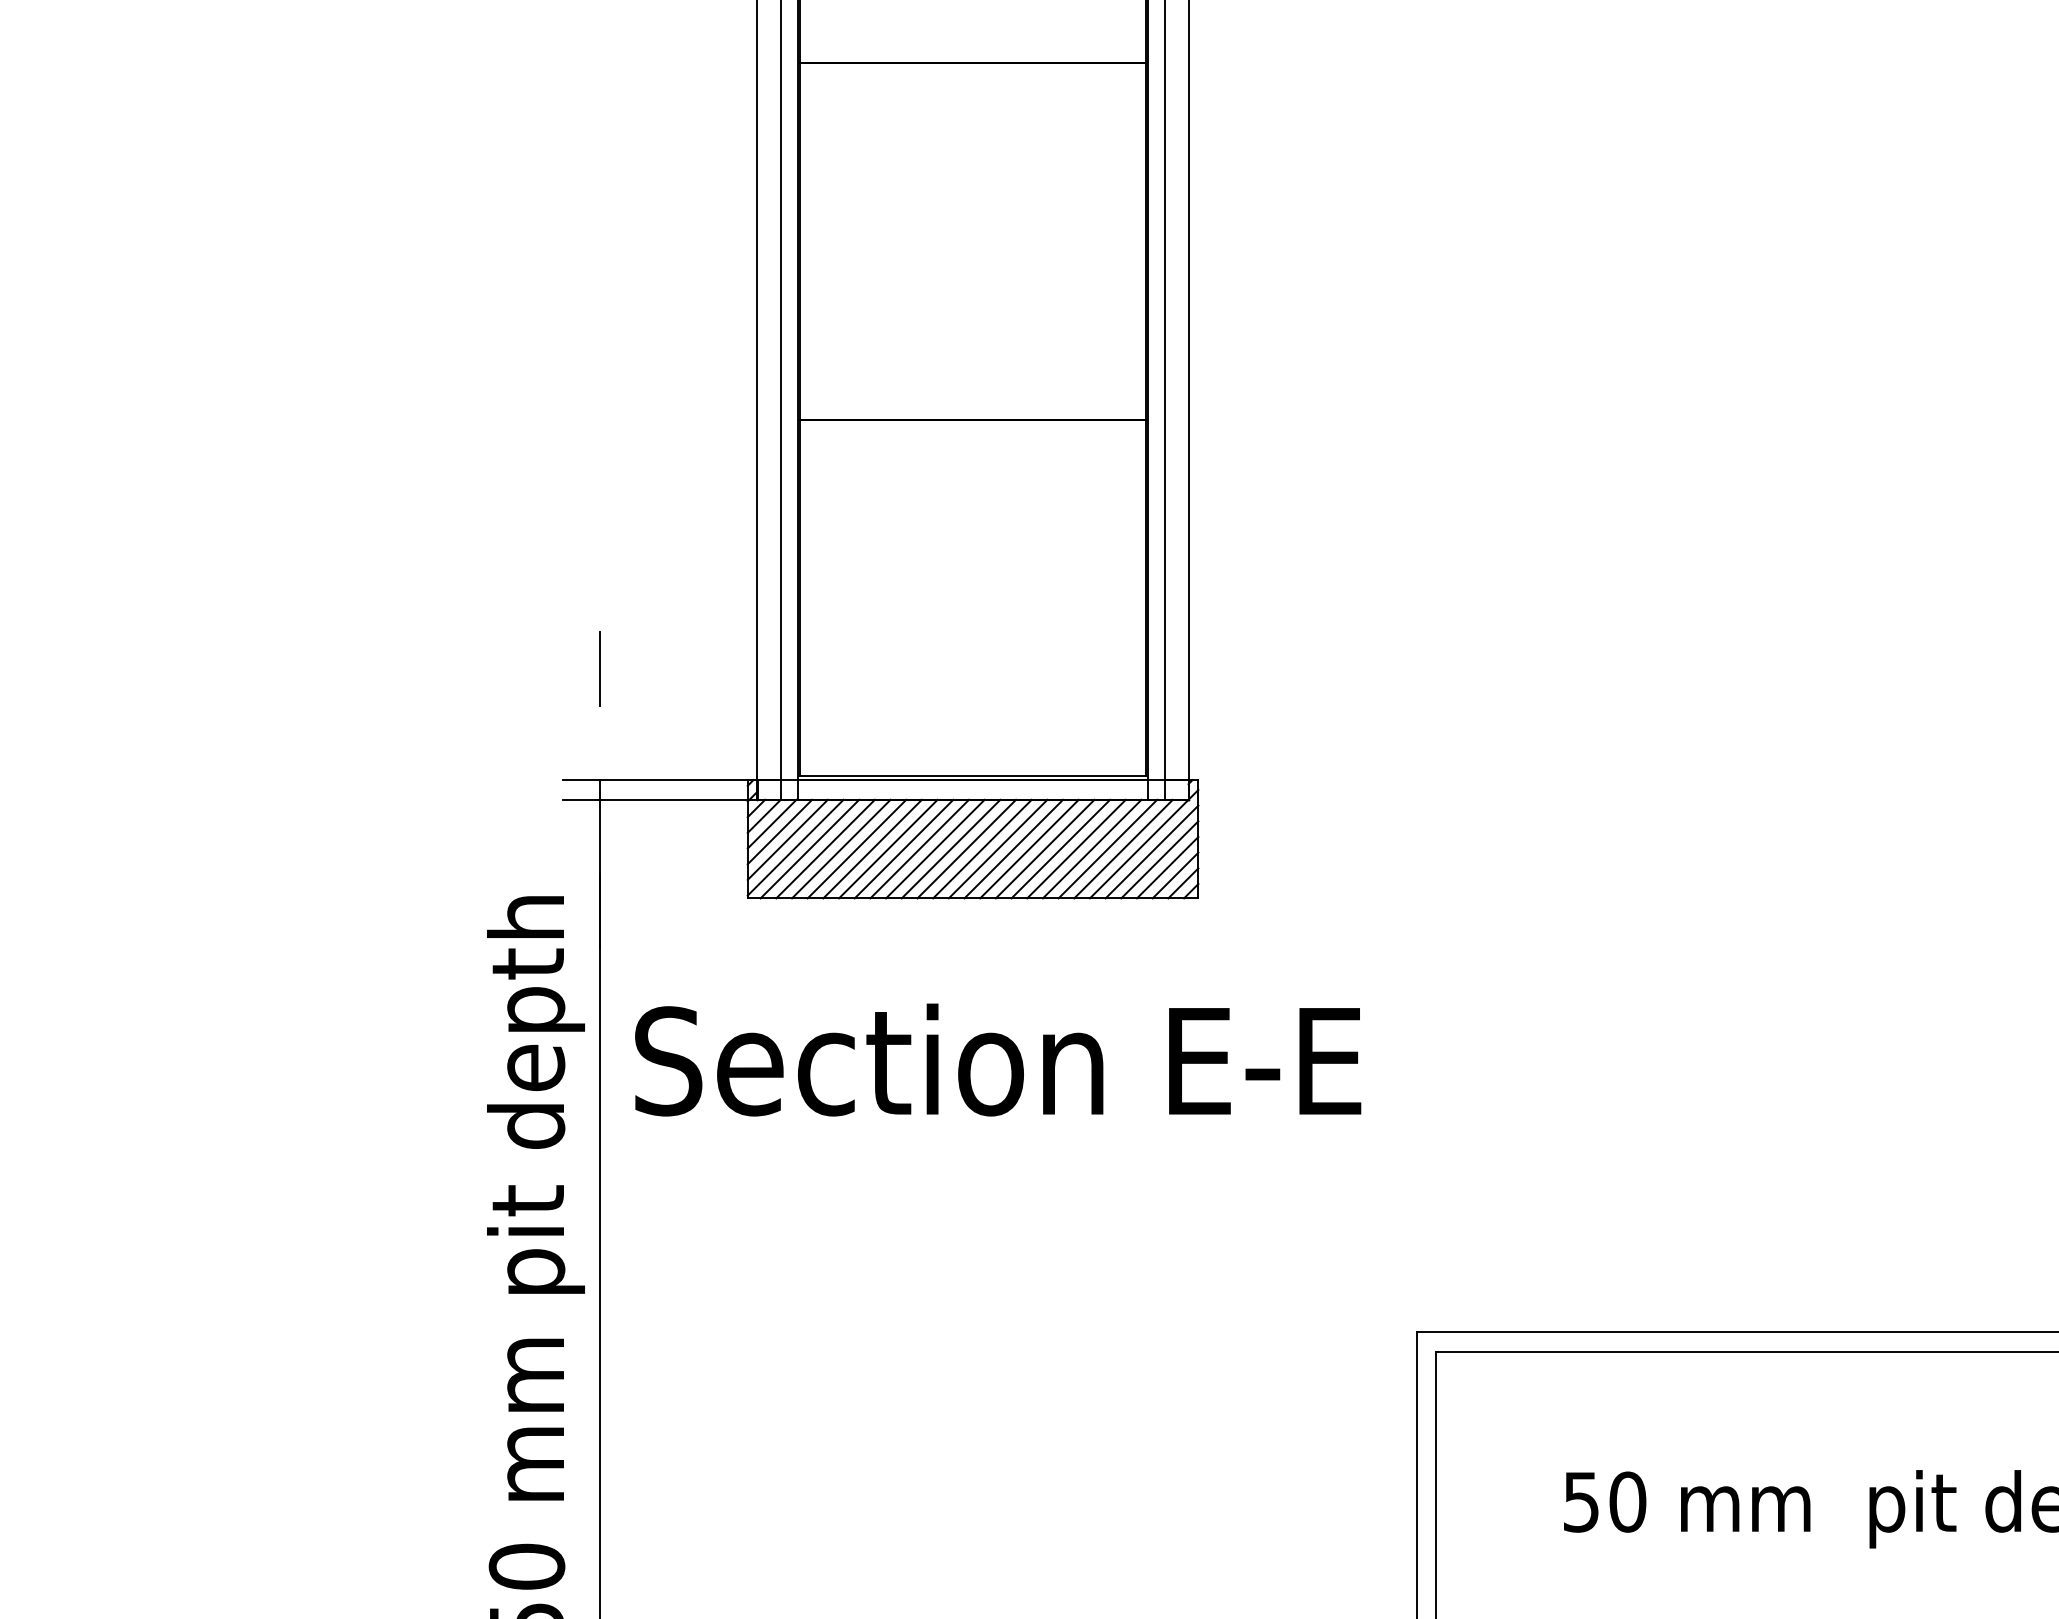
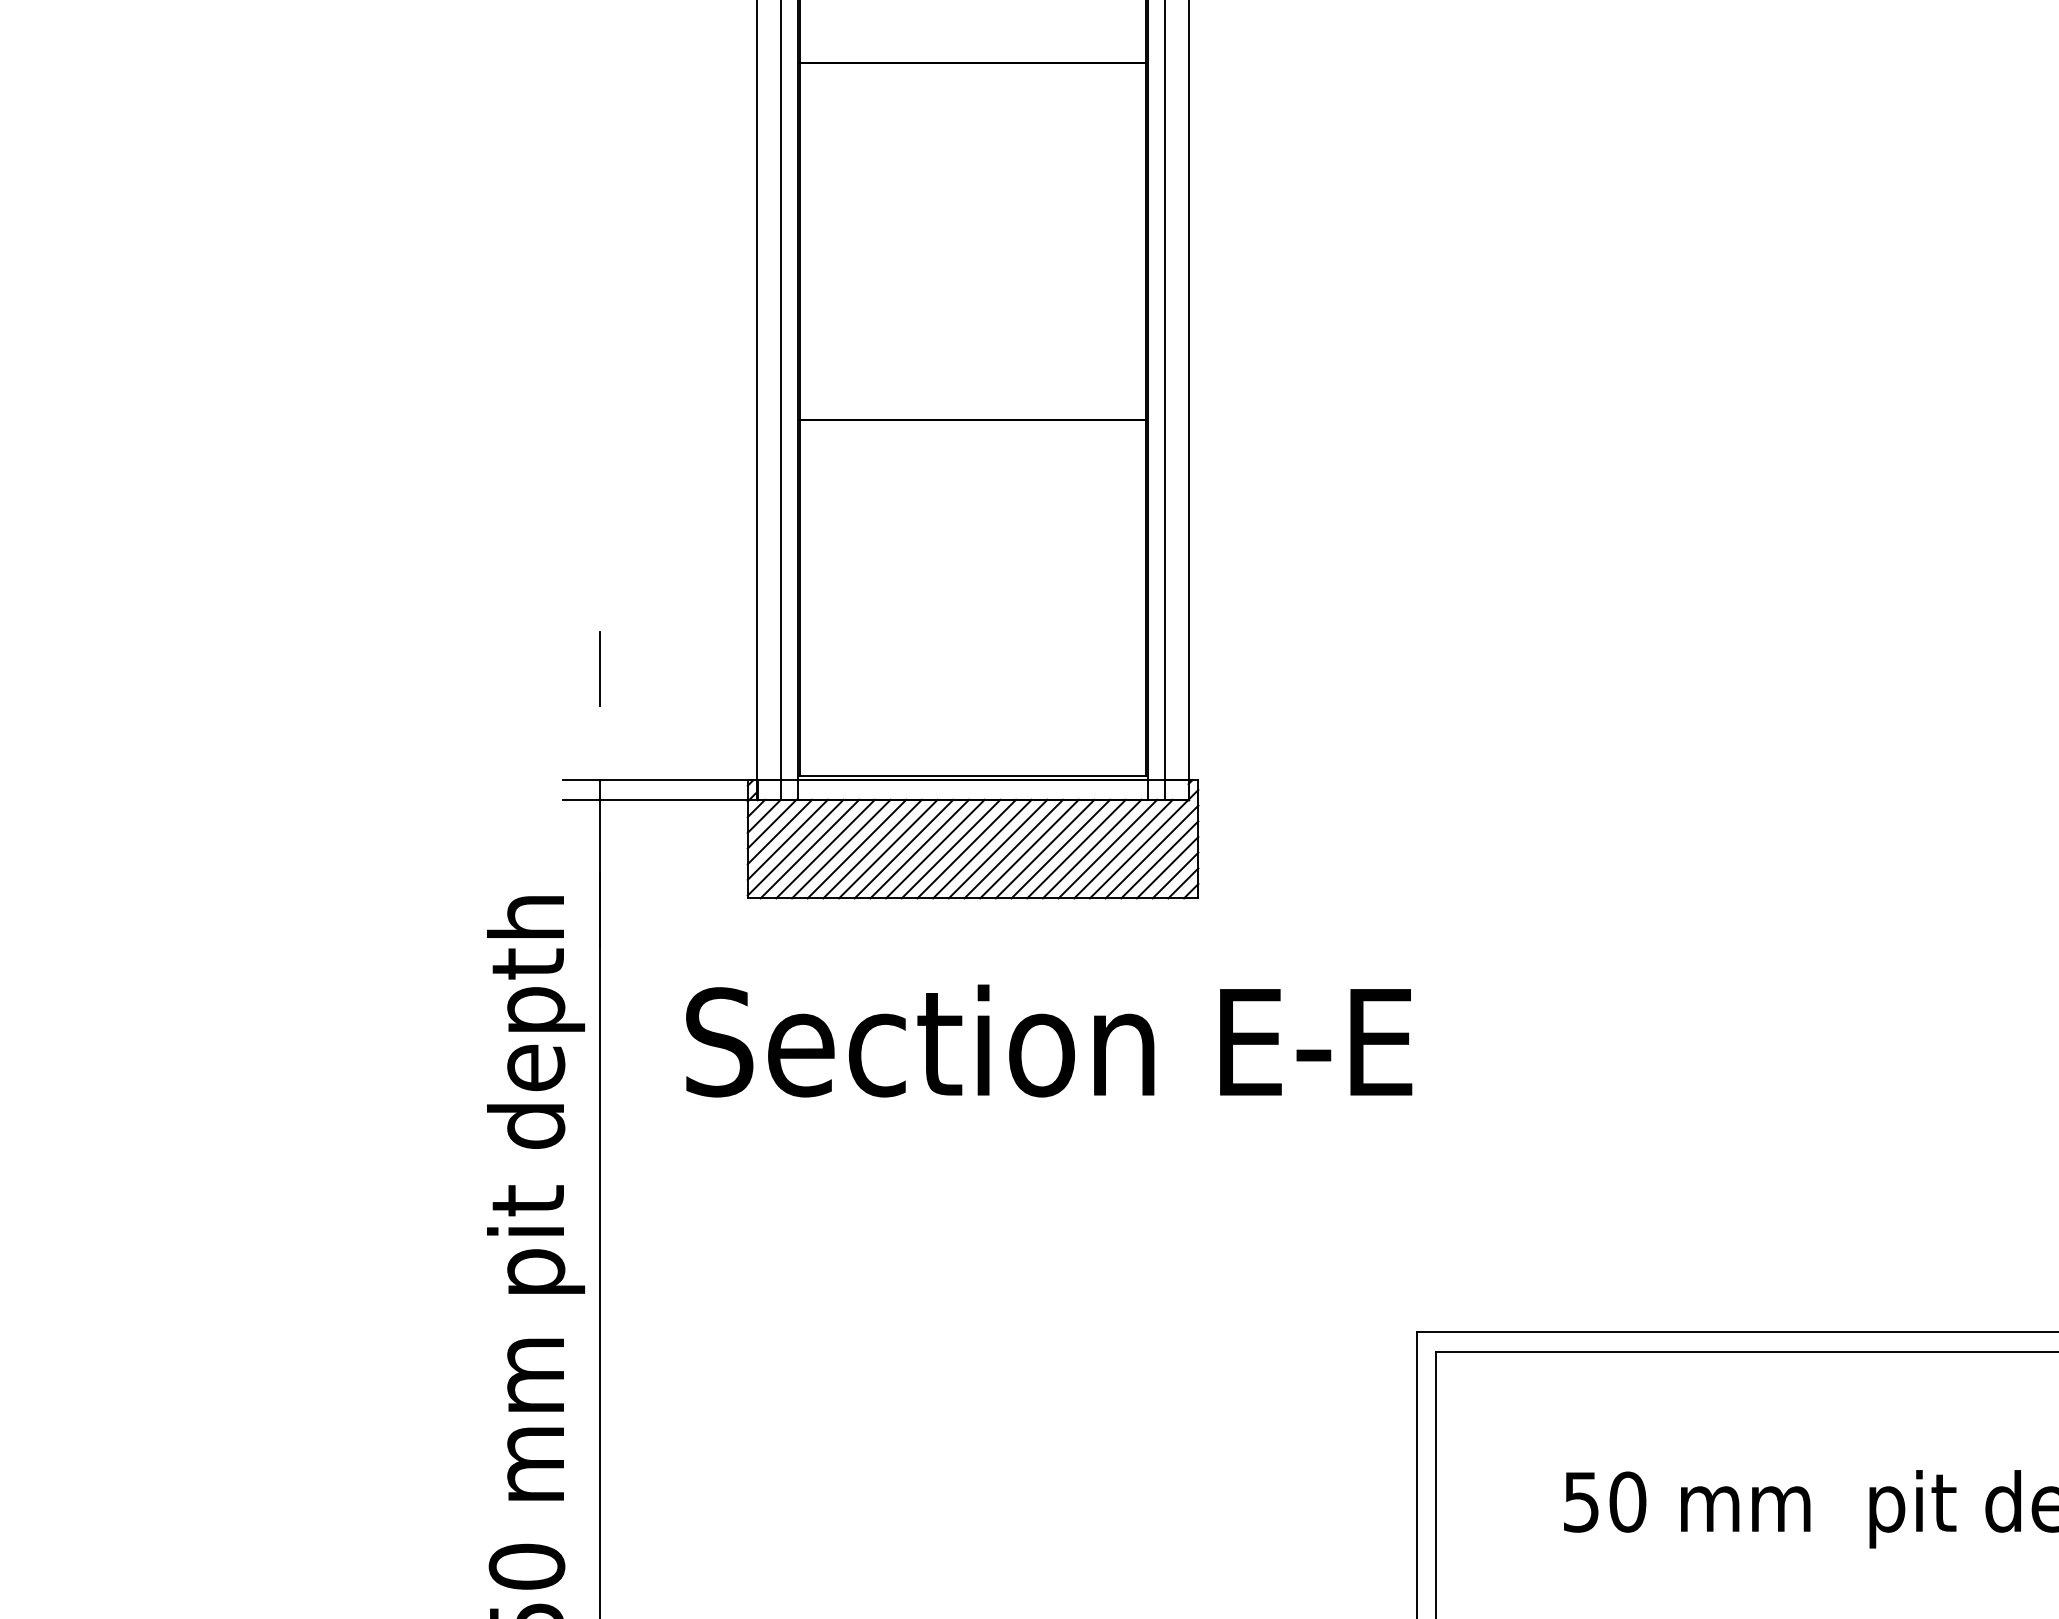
text at (998, 1059) position: (998, 1059) -> (1049, 1040)
